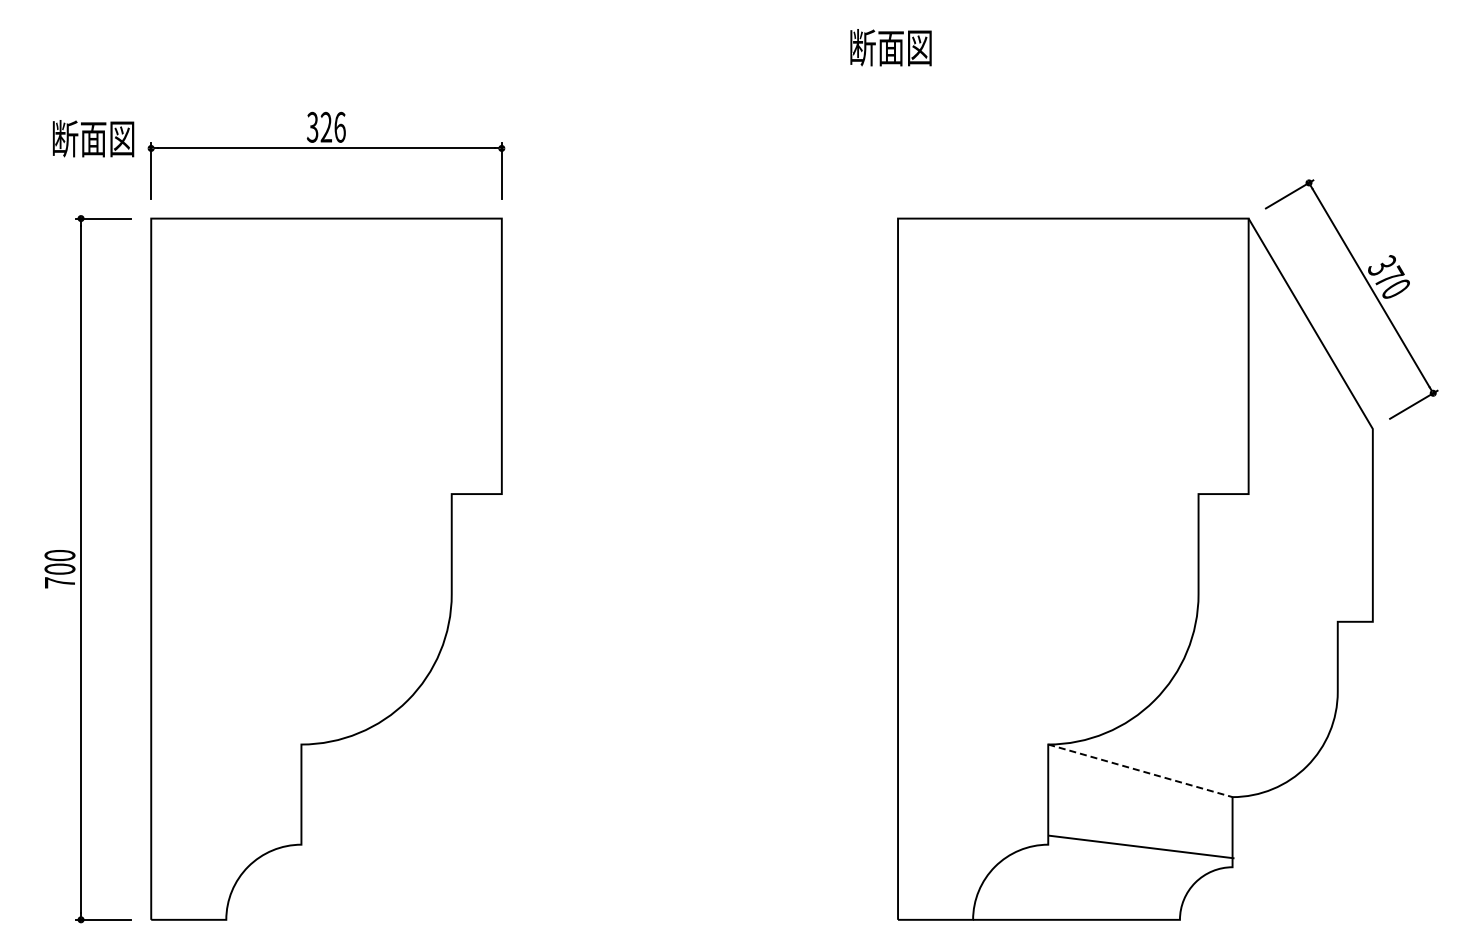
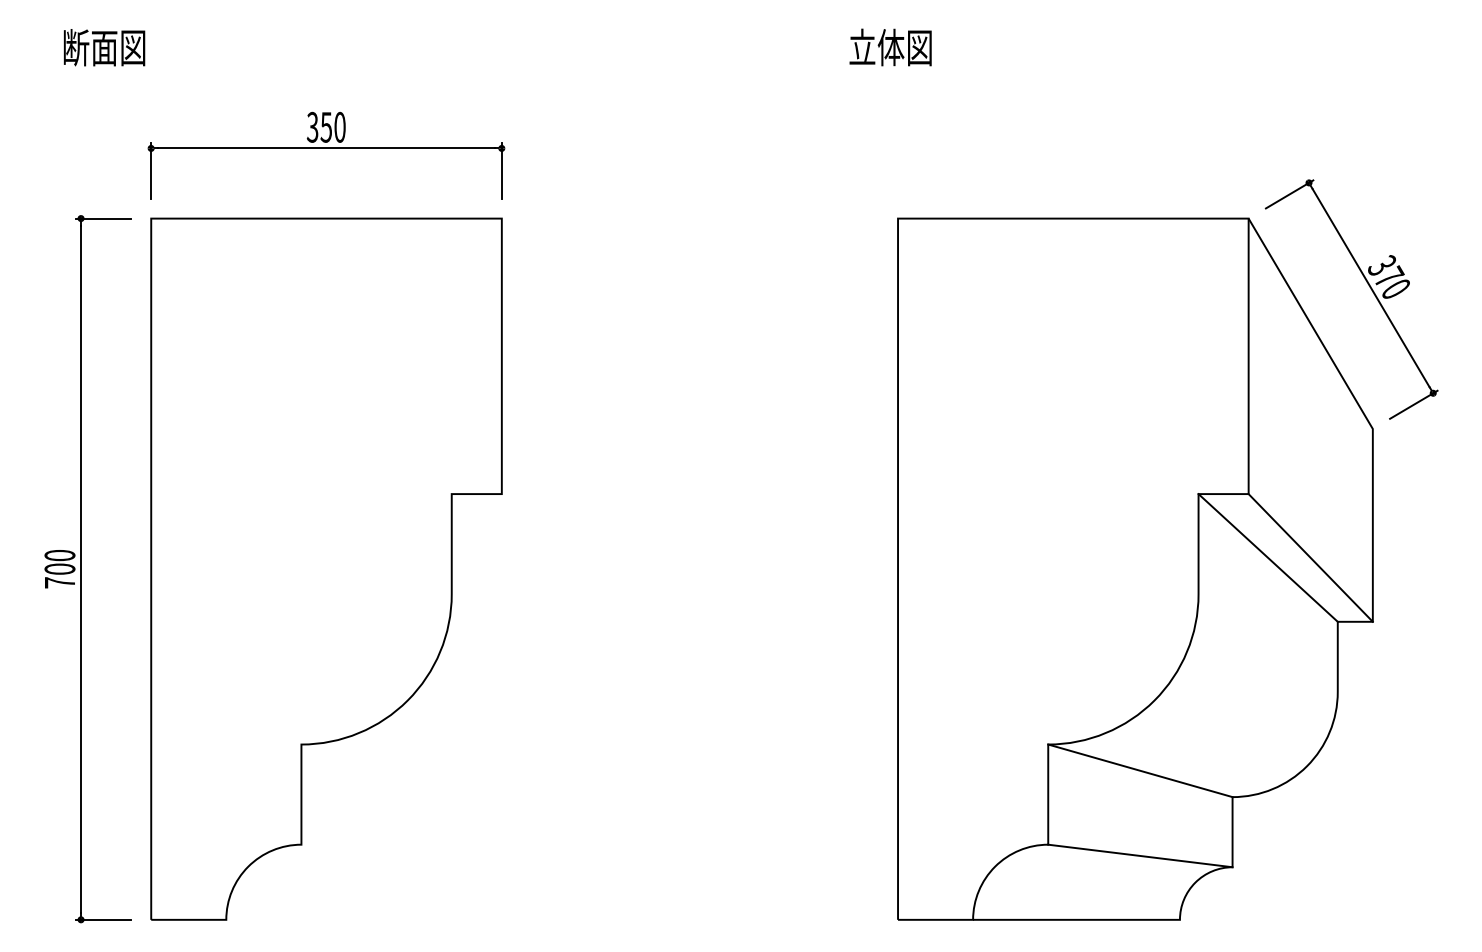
text at (876, 47): 断面図 -> 立体図
text at (332, 126): 326 -> 350
text at (93, 138) position: (93, 138) -> (104, 47)
line at (1267, 557): none -> present
line at (1310, 557): none -> present
line at (1140, 770): dashed -> solid
line at (1141, 846) position: (1141, 846) -> (1140, 855)
